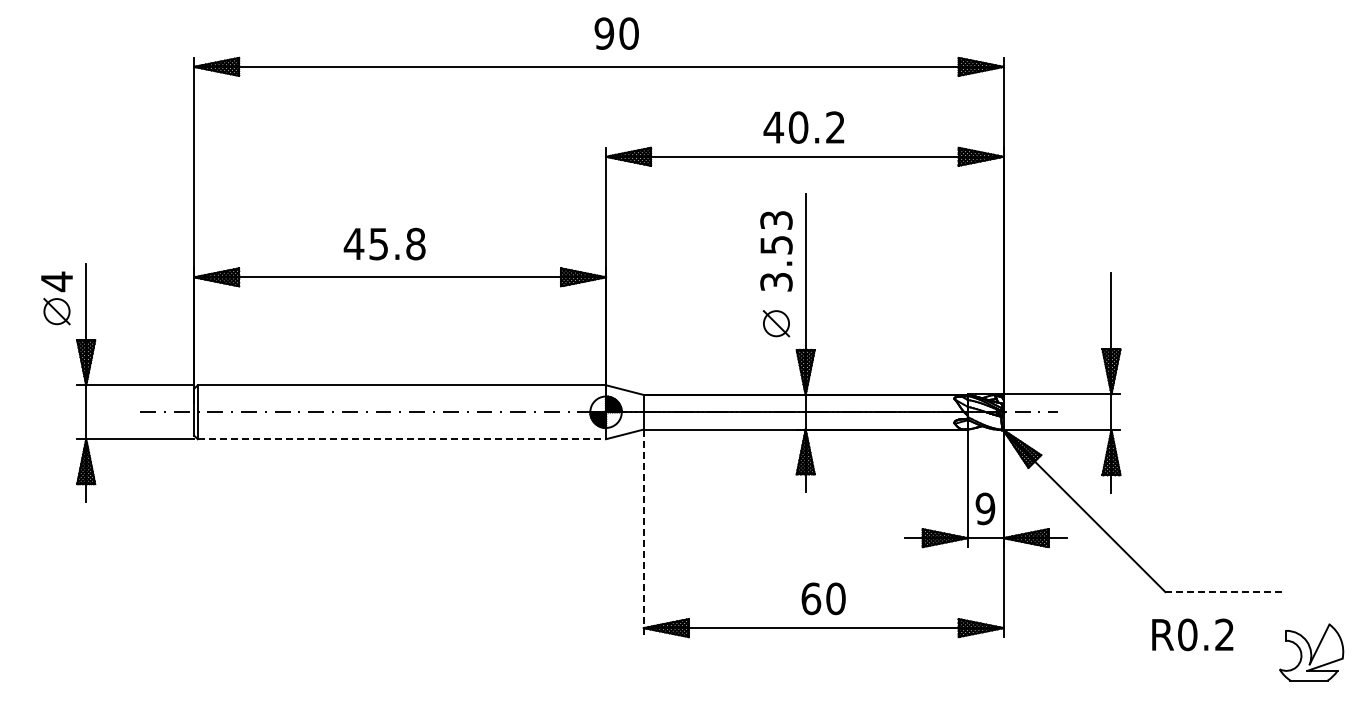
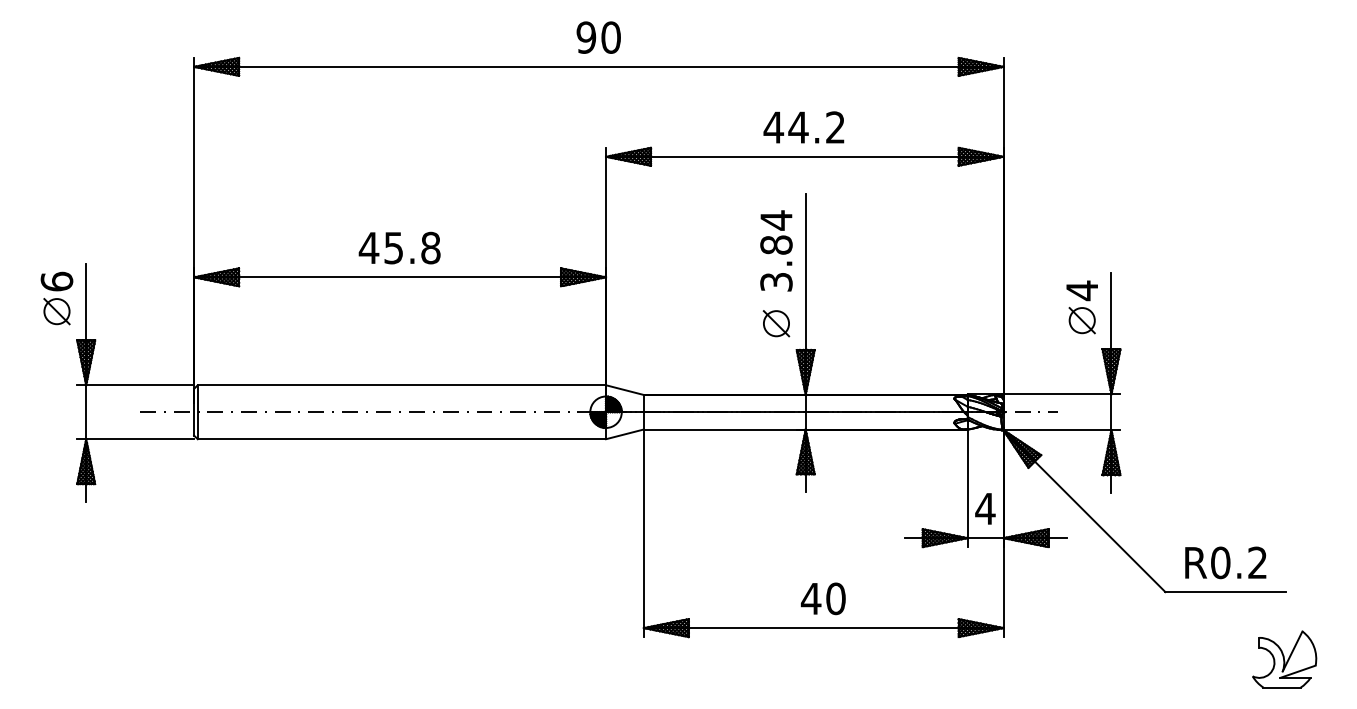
text at (616, 33) position: (616, 33) -> (598, 37)
text at (798, 127): 40.2 -> 44.2
text at (776, 232): 3.53 -> 3.84
text at (384, 243) position: (384, 243) -> (399, 247)
text at (56, 281): 4 -> 6
part at (1081, 307): none -> present
line at (402, 439): dashed -> solid
text at (985, 508): 9 -> 4
line at (643, 533): dashed -> solid
line at (1226, 592): dashed -> solid
text at (810, 598): 60 -> 40
text at (1192, 634) position: (1192, 634) -> (1225, 562)
part at (1311, 652) position: (1311, 652) -> (1284, 659)
